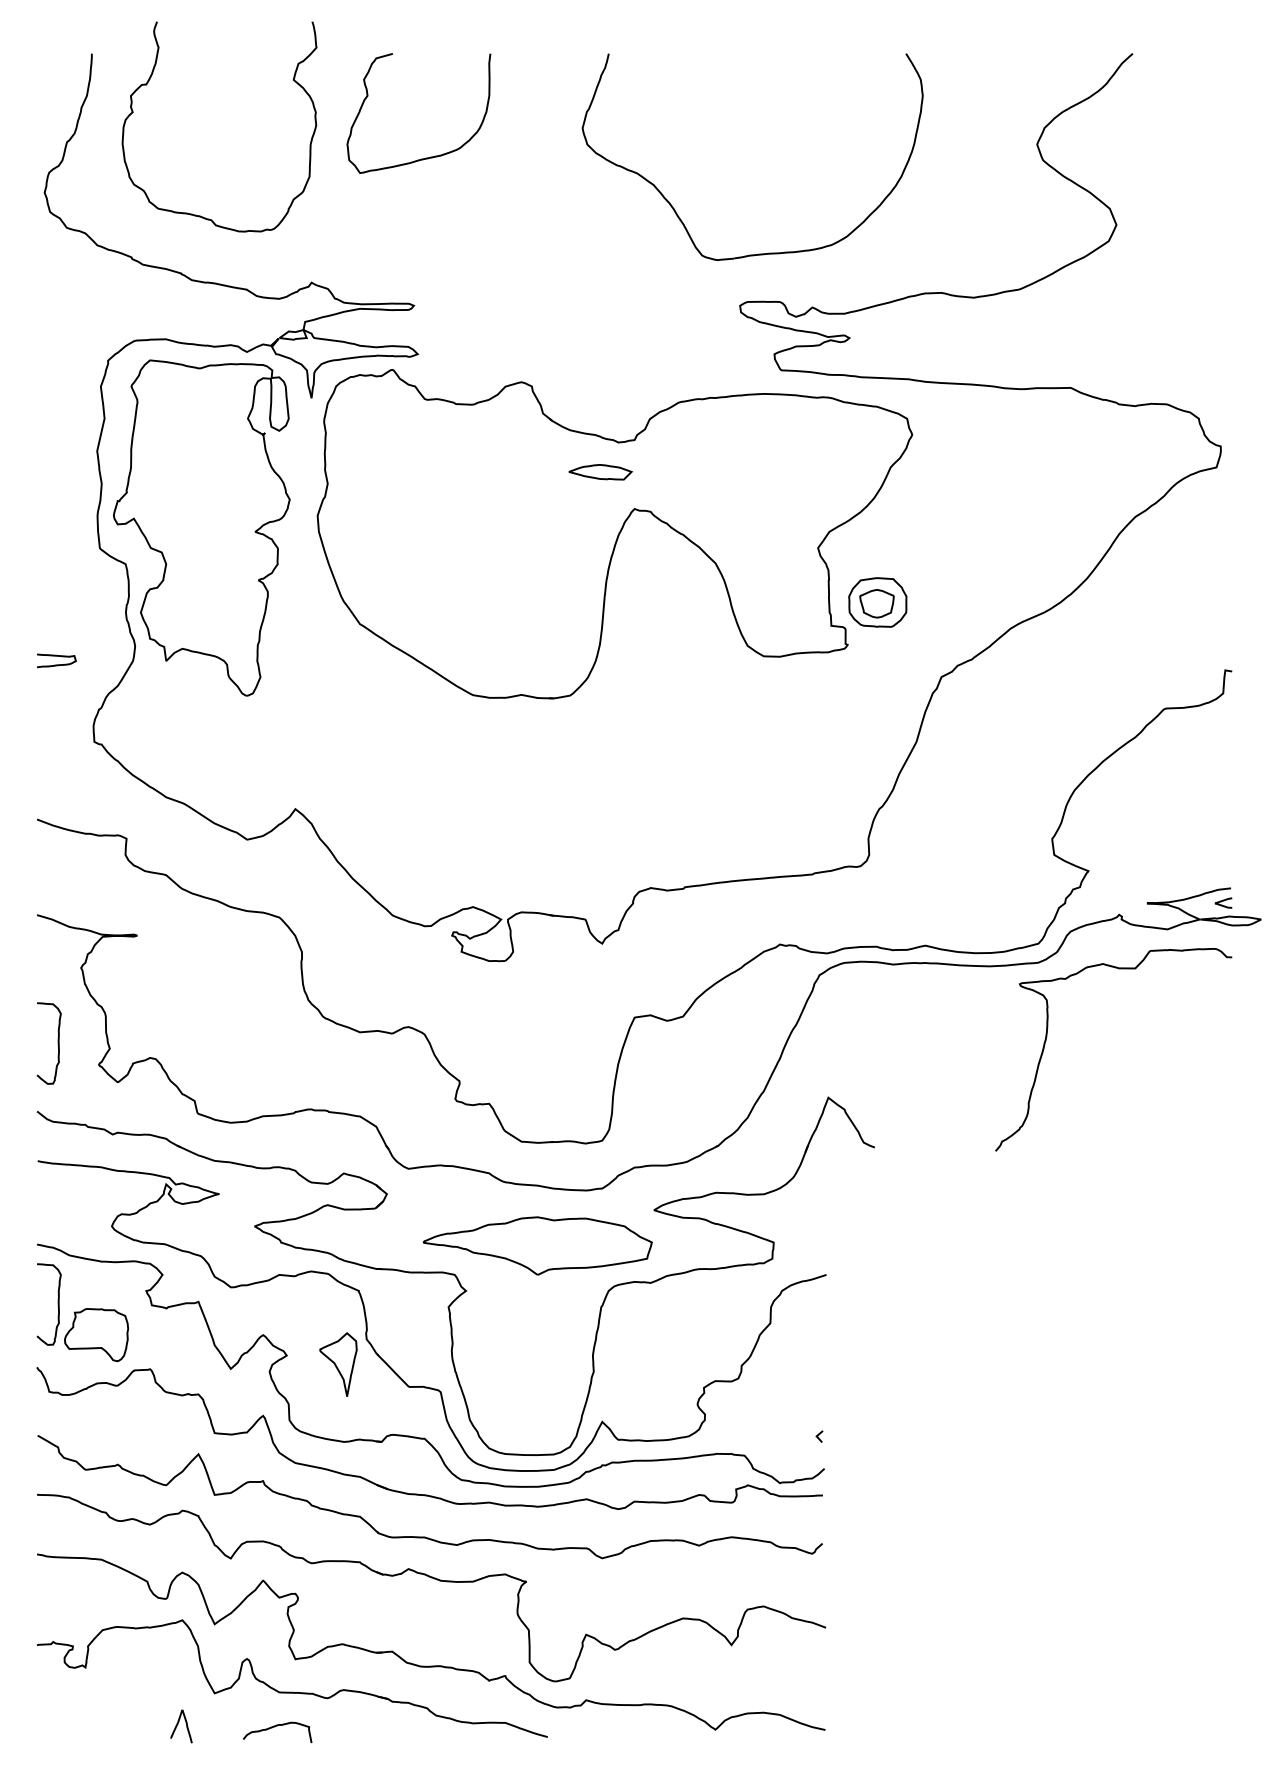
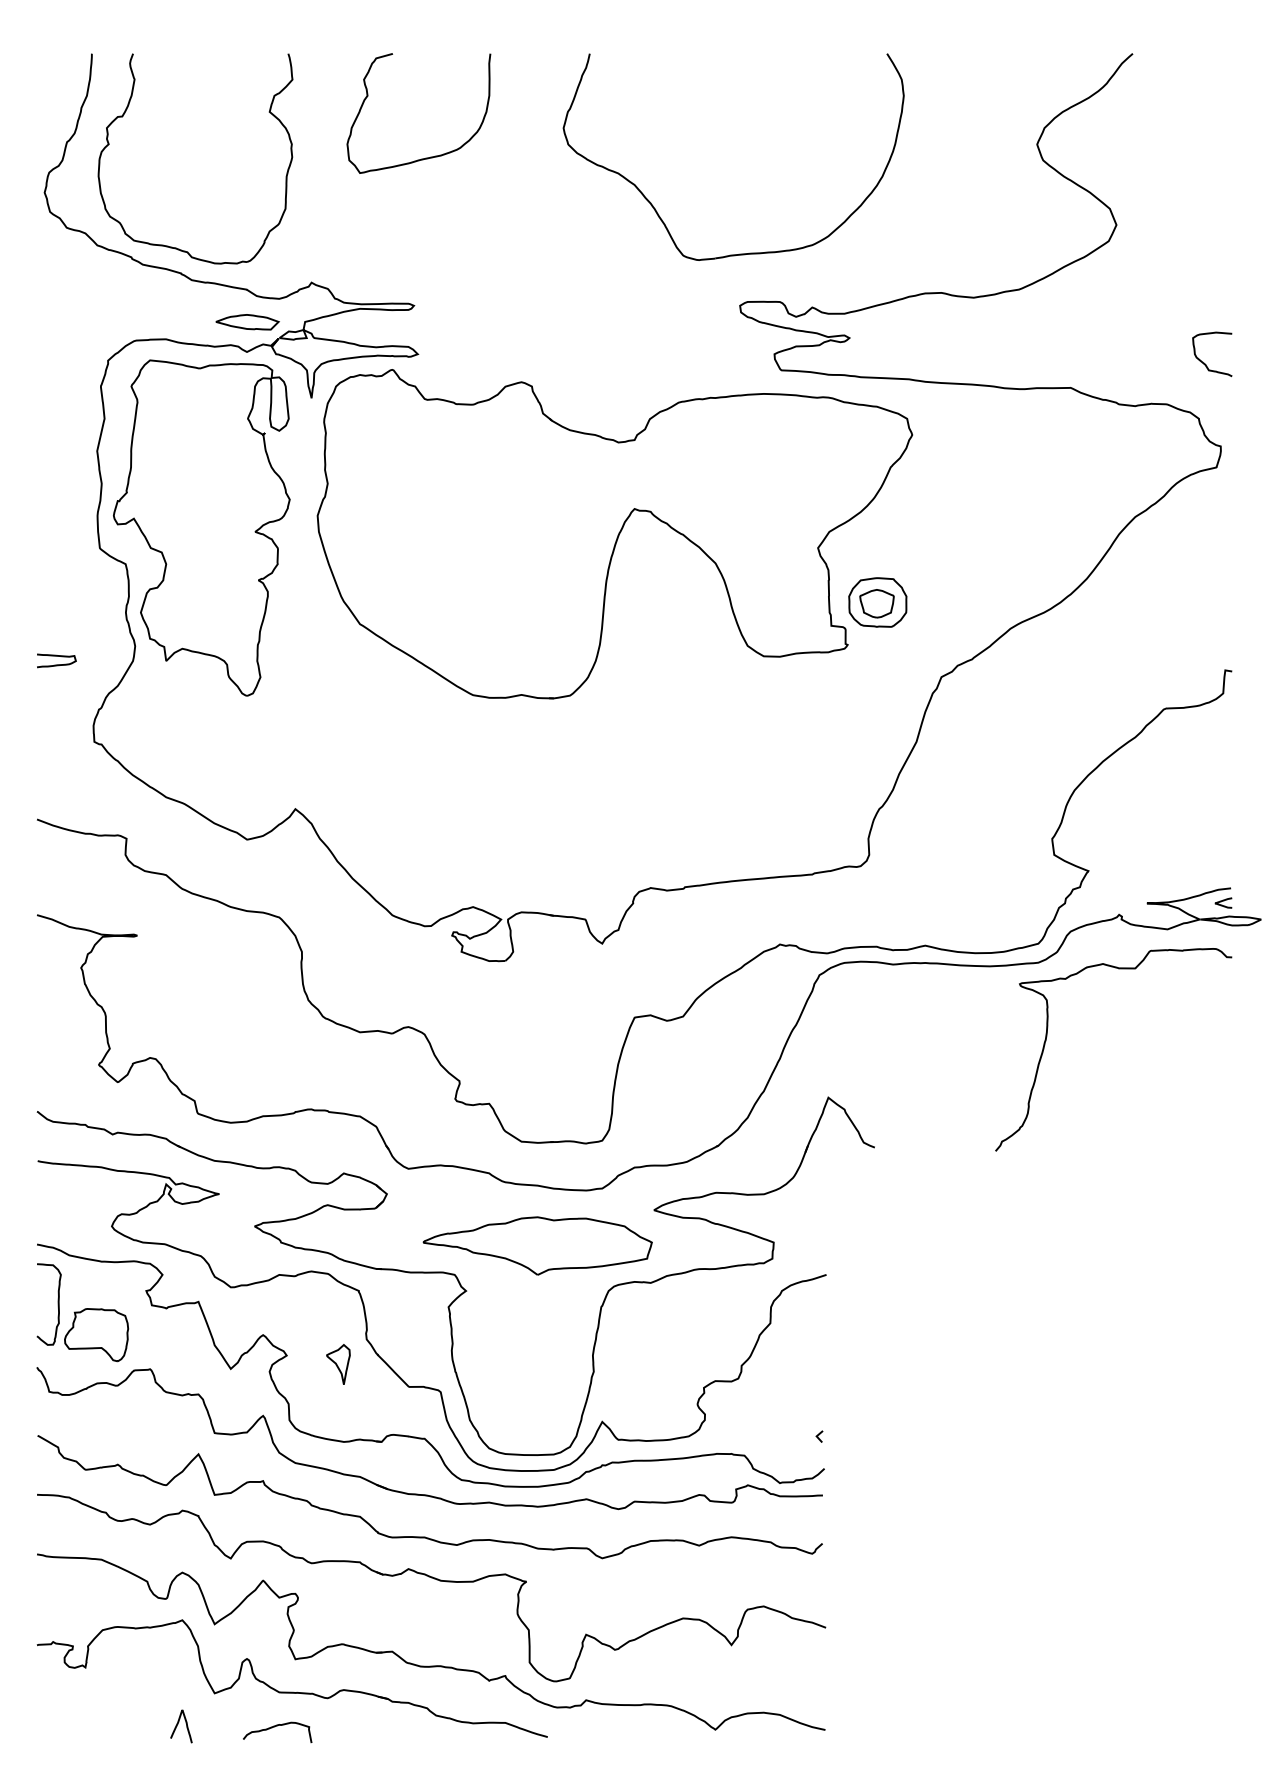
part at (149, 81) position: (149, 81) -> (125, 113)
part at (674, 208) position: (674, 208) -> (655, 208)
curve at (1204, 362): none -> present
part at (600, 472) position: (600, 472) -> (247, 322)
curve at (57, 1043): present -> none
part at (338, 1364) size: 39x65 px -> 25x41 px
